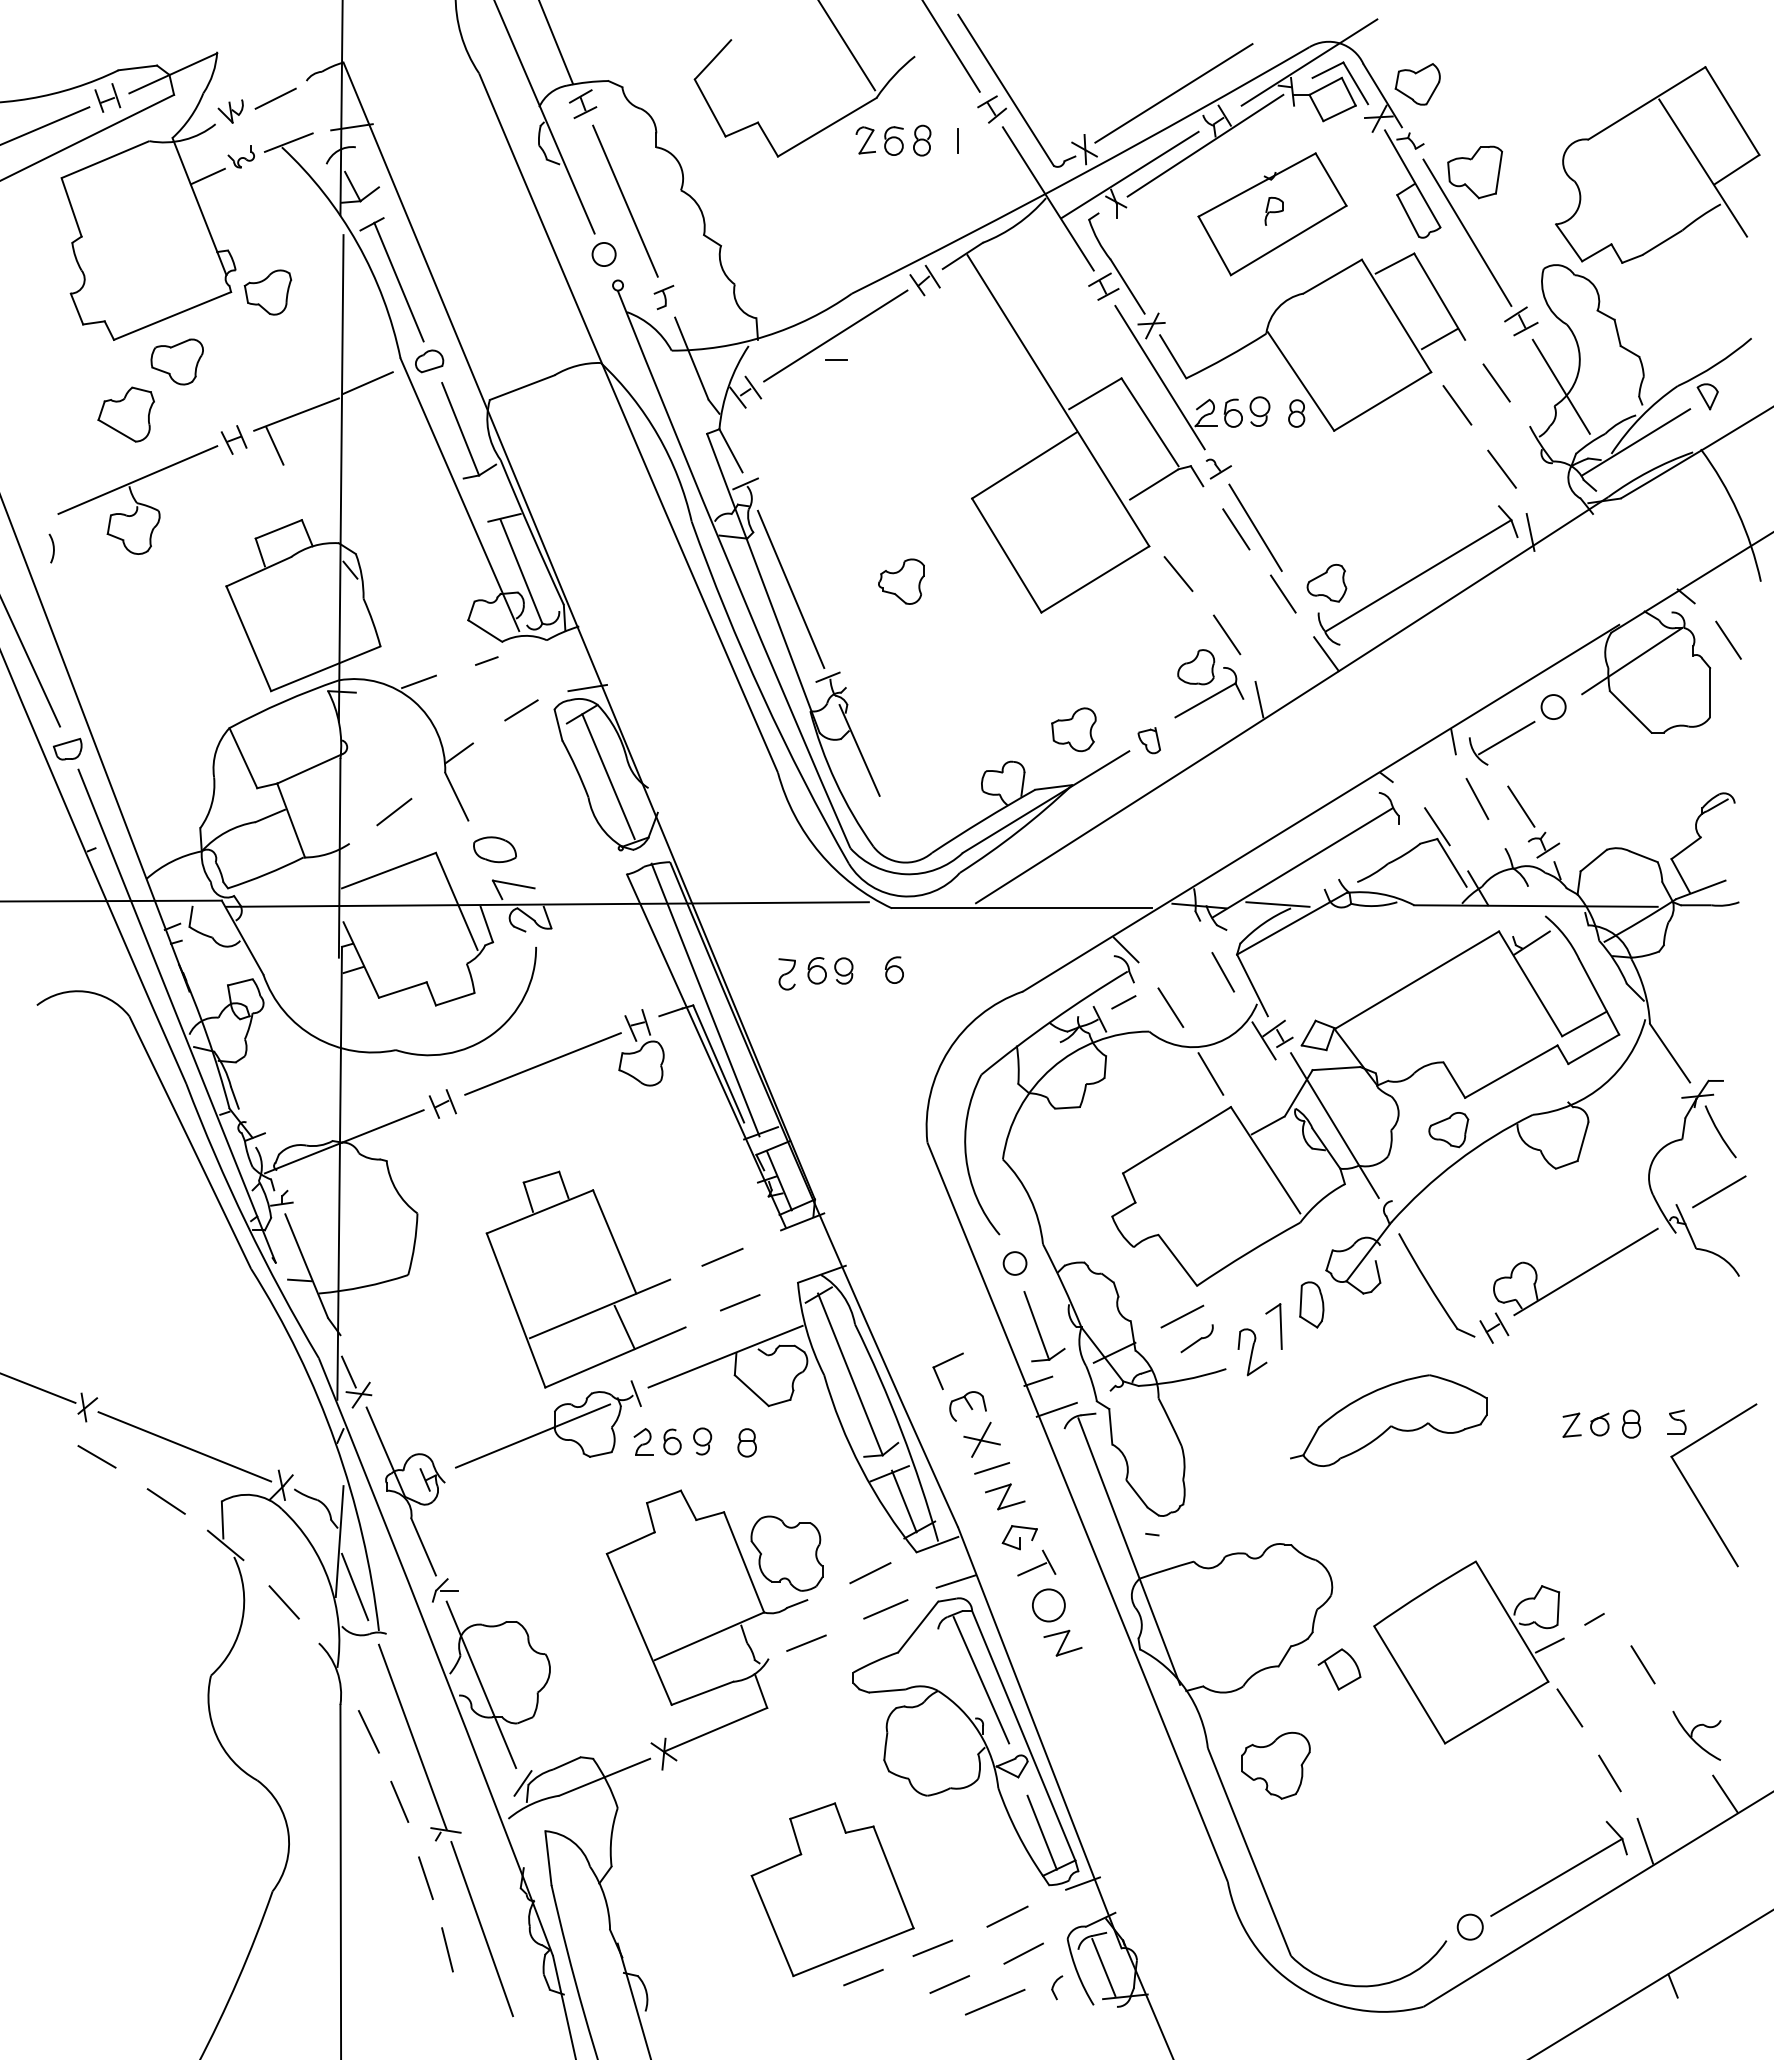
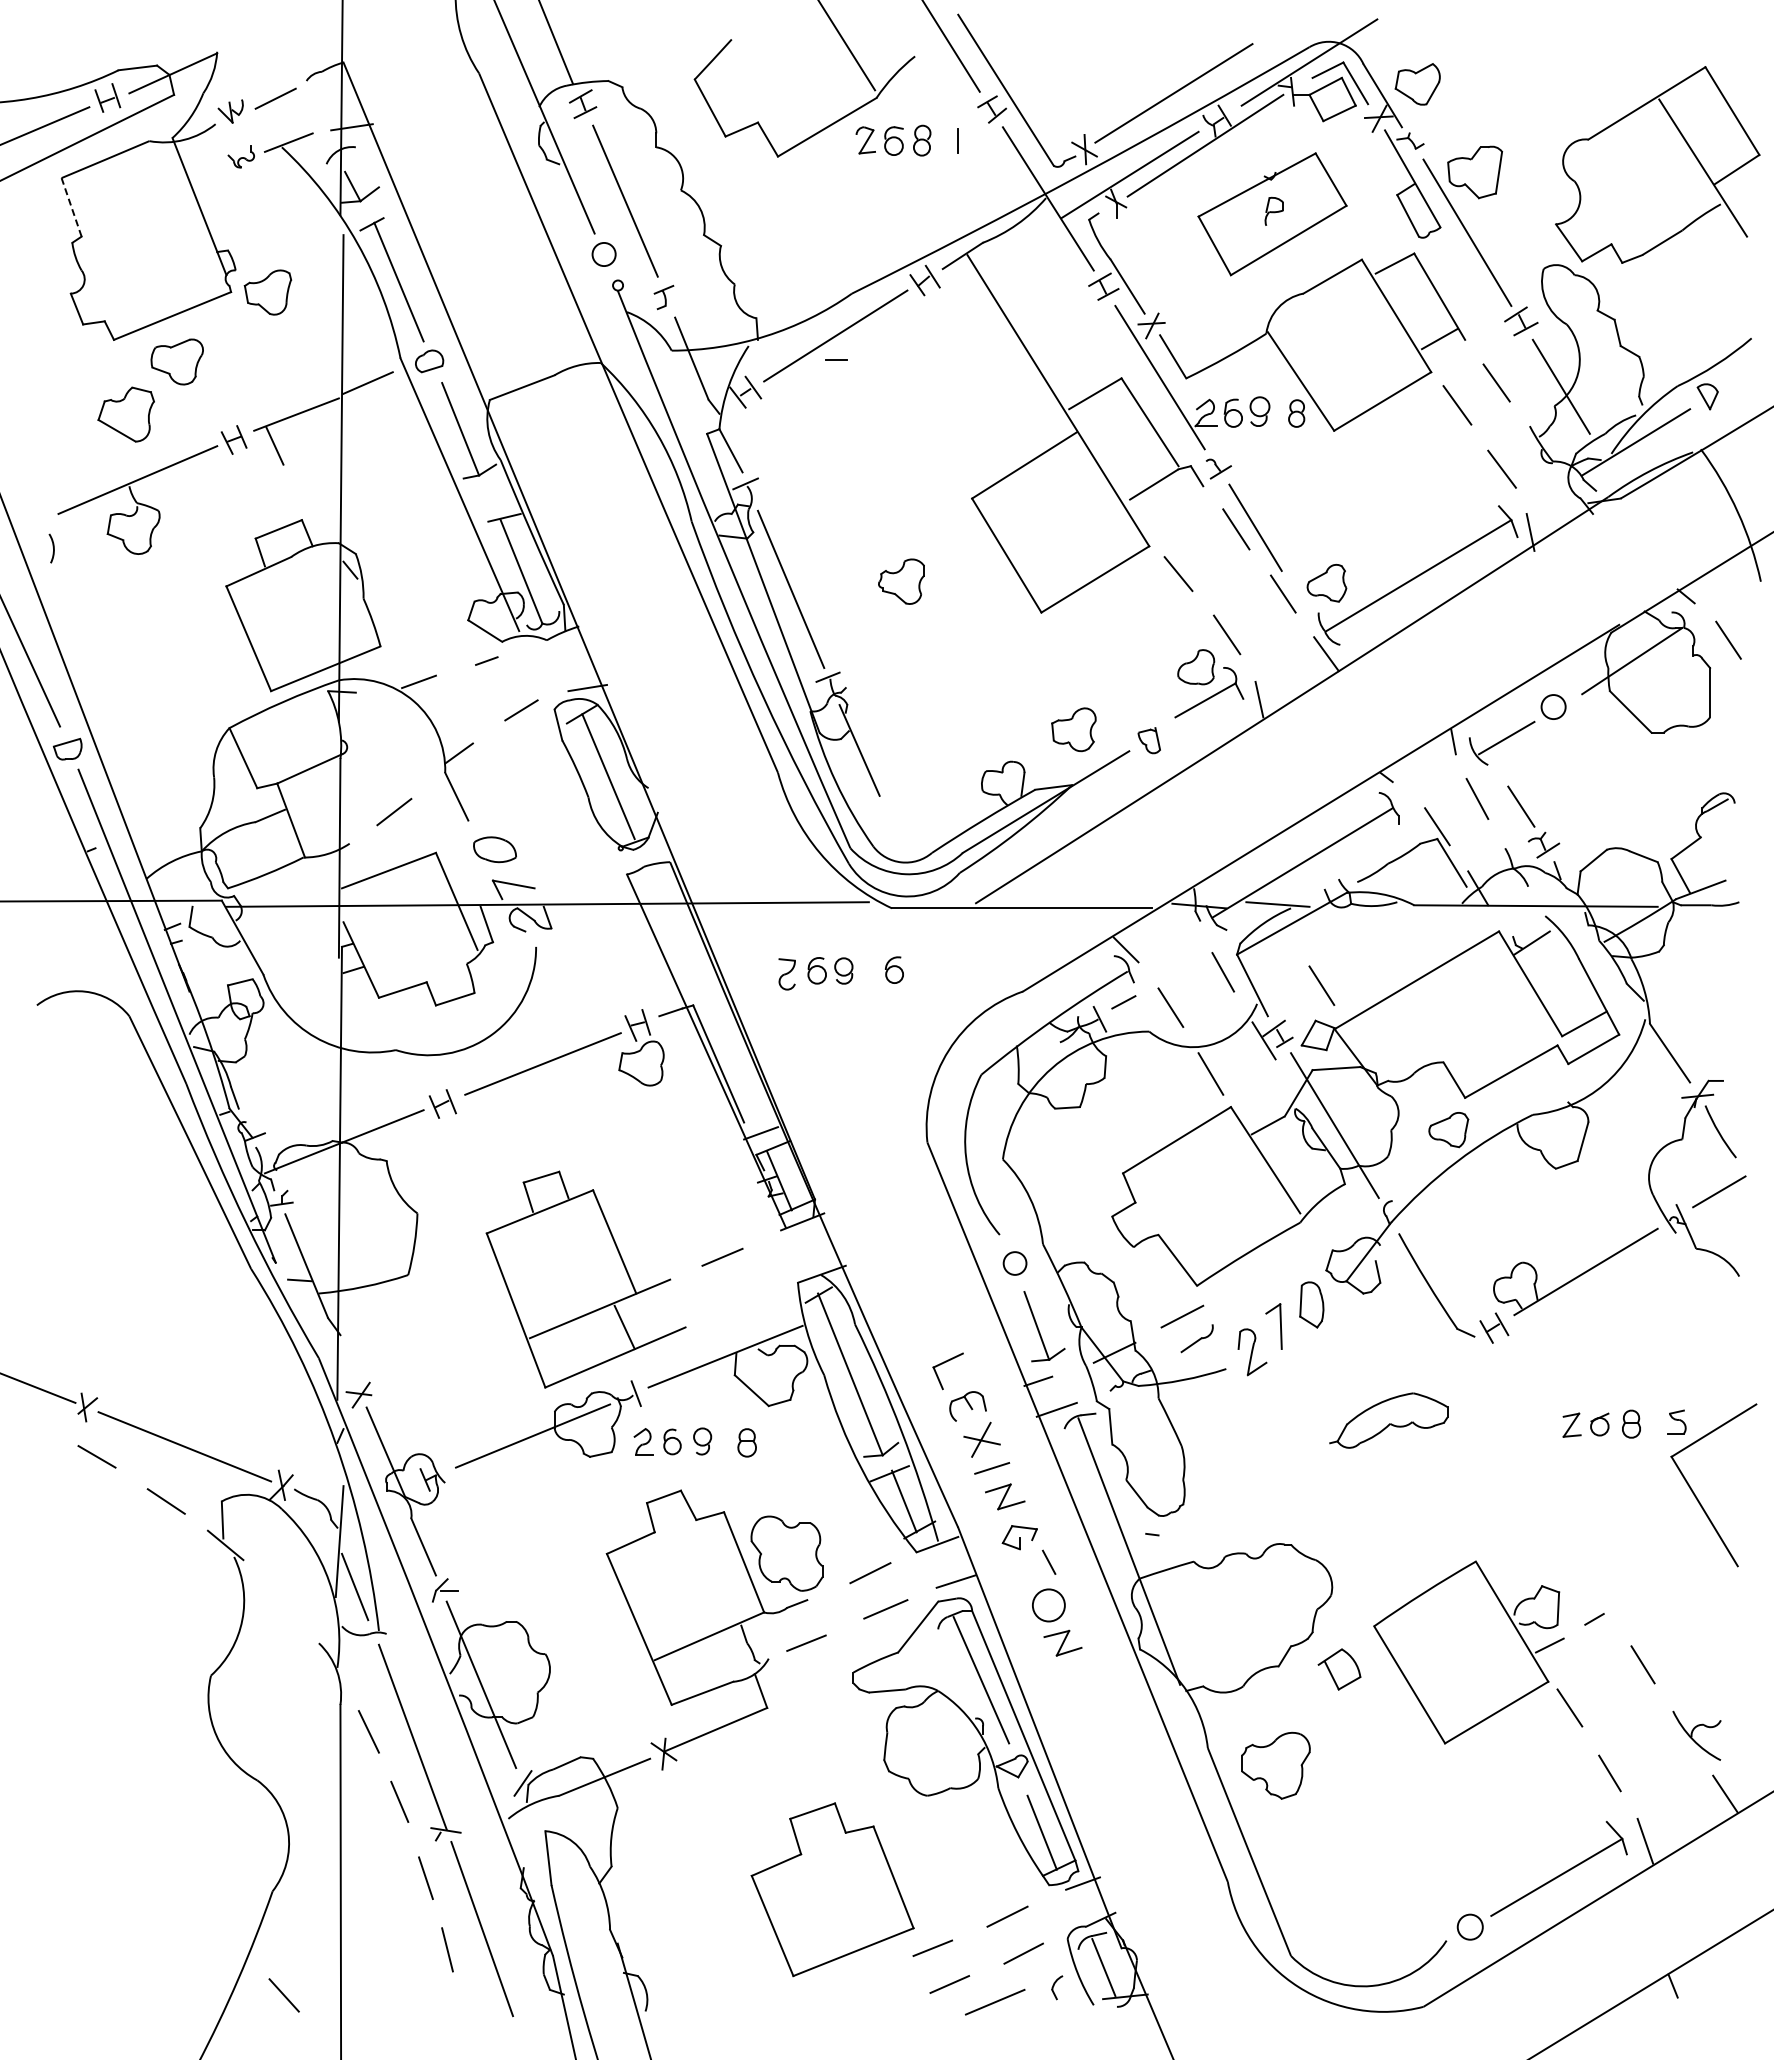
line at (207, 176): present -> none
line at (71, 207): solid -> dashed
line at (1321, 985): none -> present
line at (705, 999): present -> none
line at (740, 1302): present -> none
line at (348, 1371): present -> none
part at (1388, 1420) size: 198x93 px -> 120x57 px
line at (1032, 1569): present -> none
line at (283, 1602) position: (283, 1602) -> (283, 1995)
line at (863, 1977): present -> none
